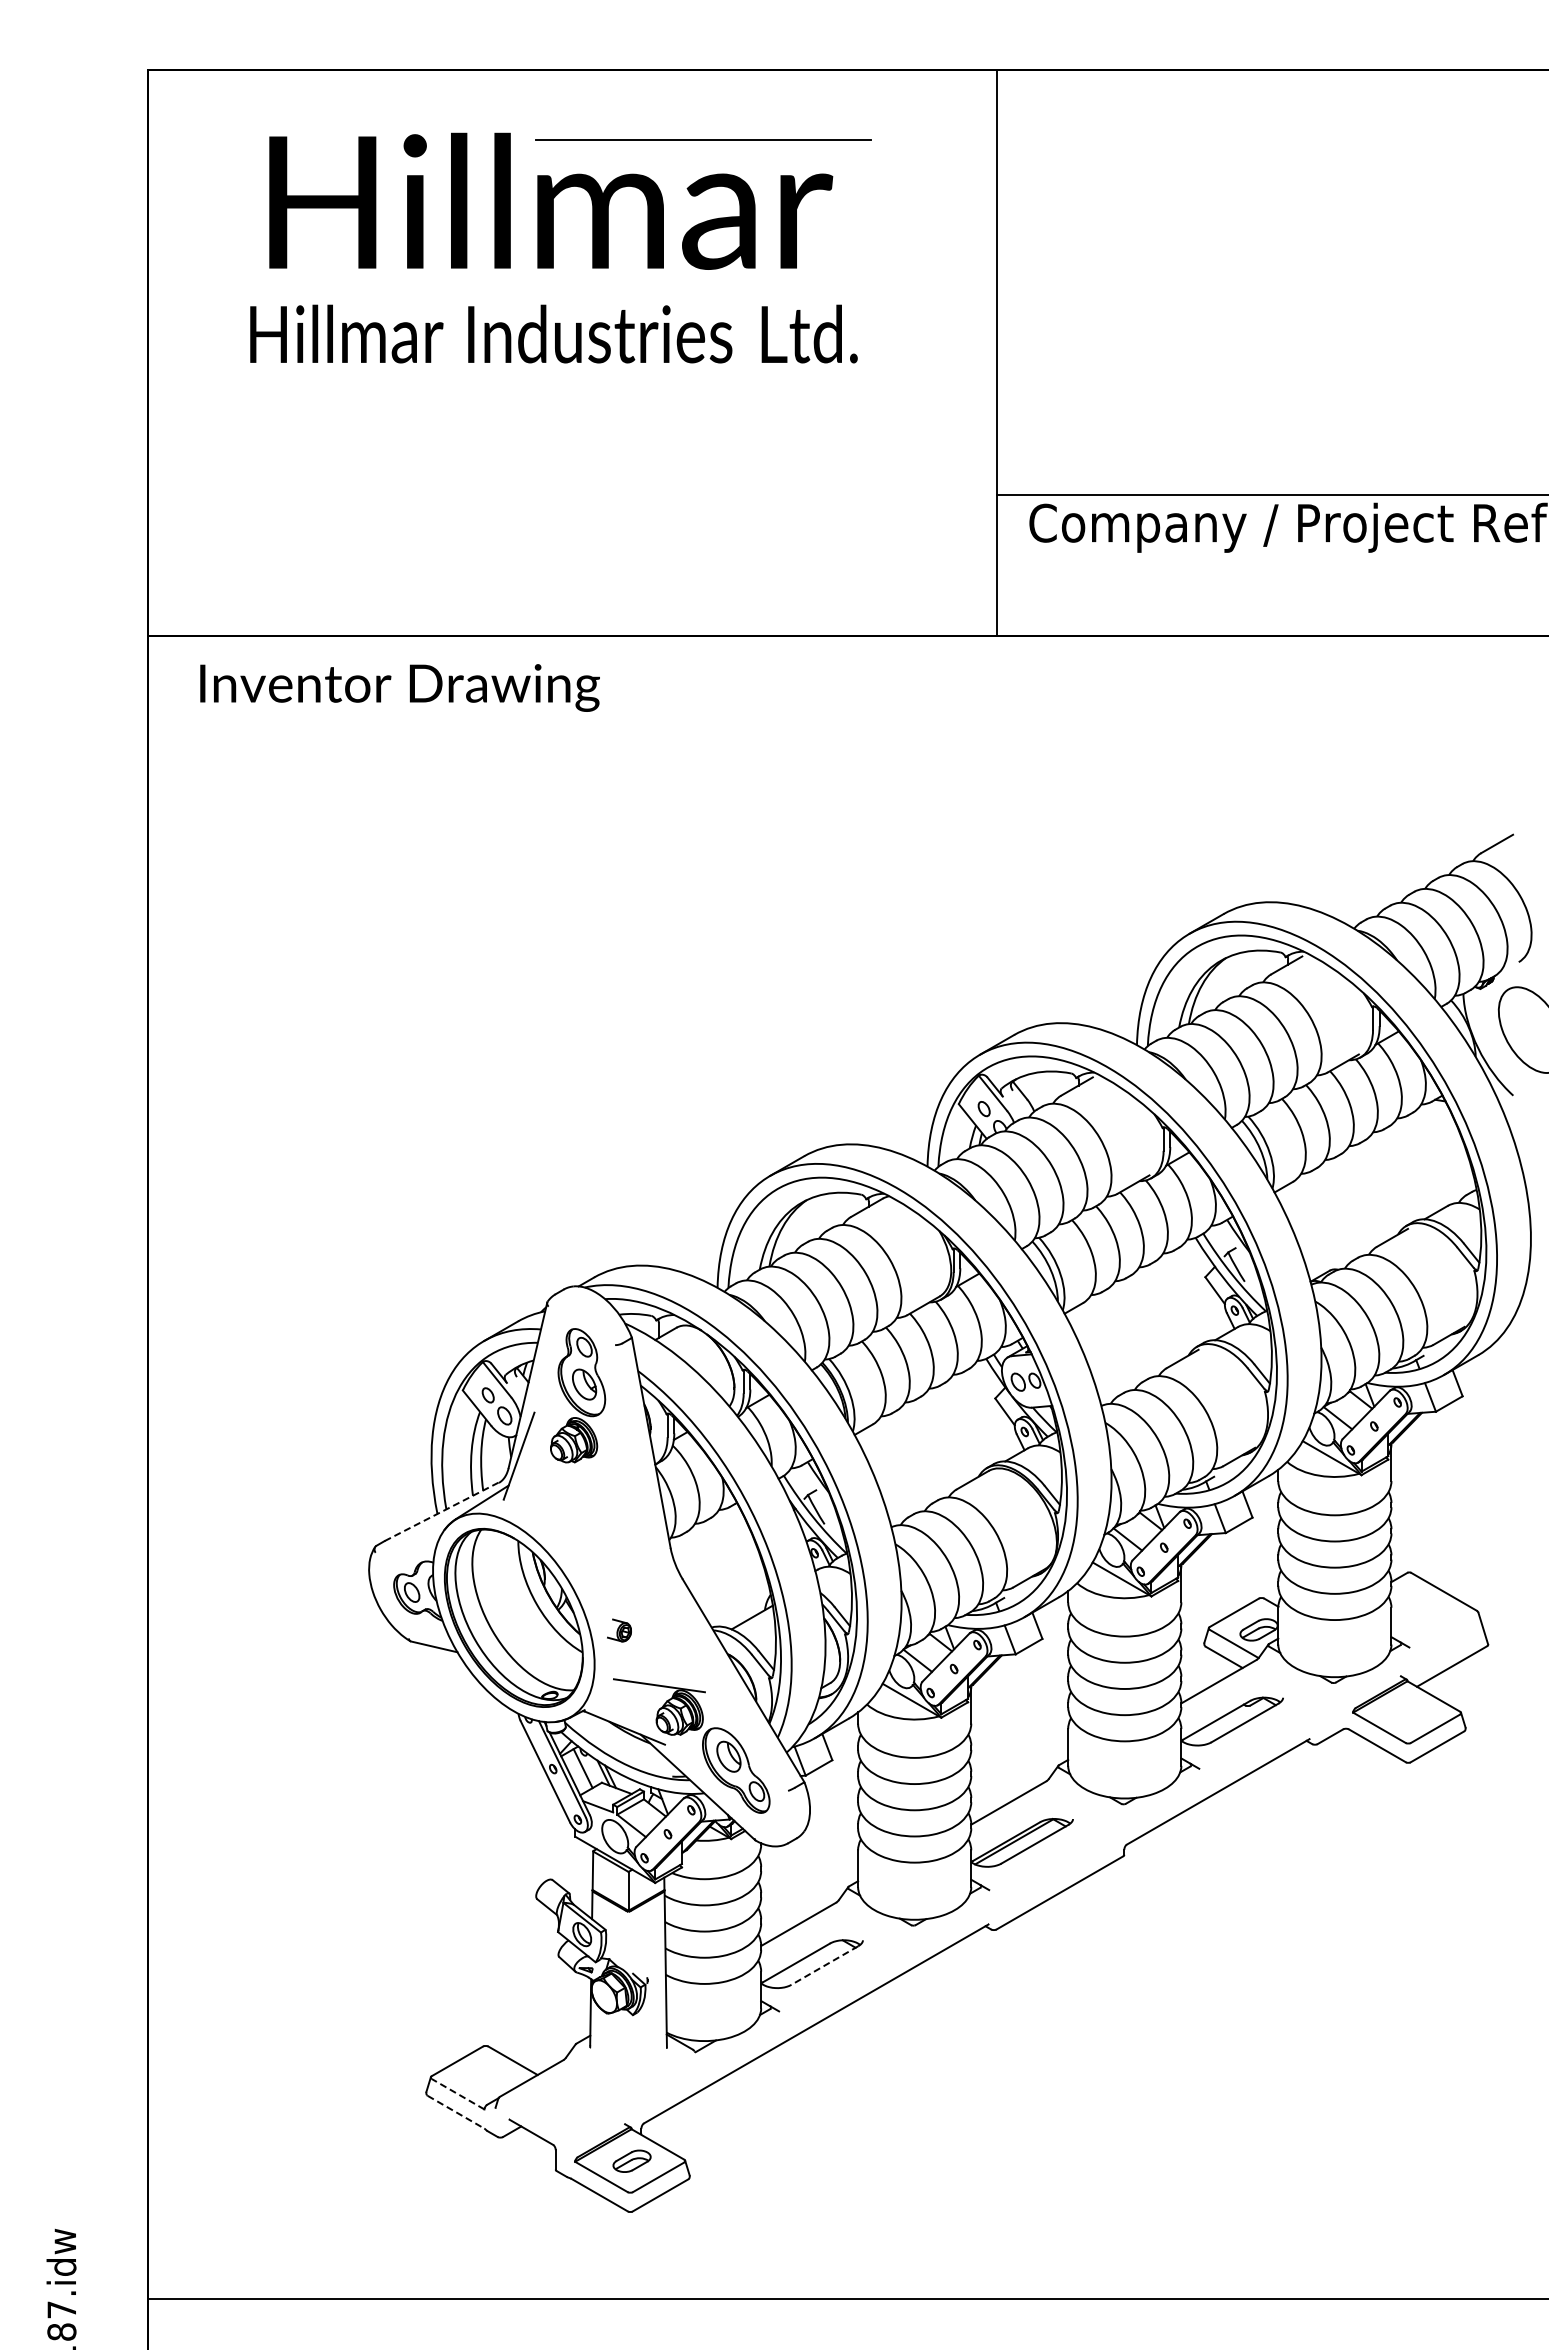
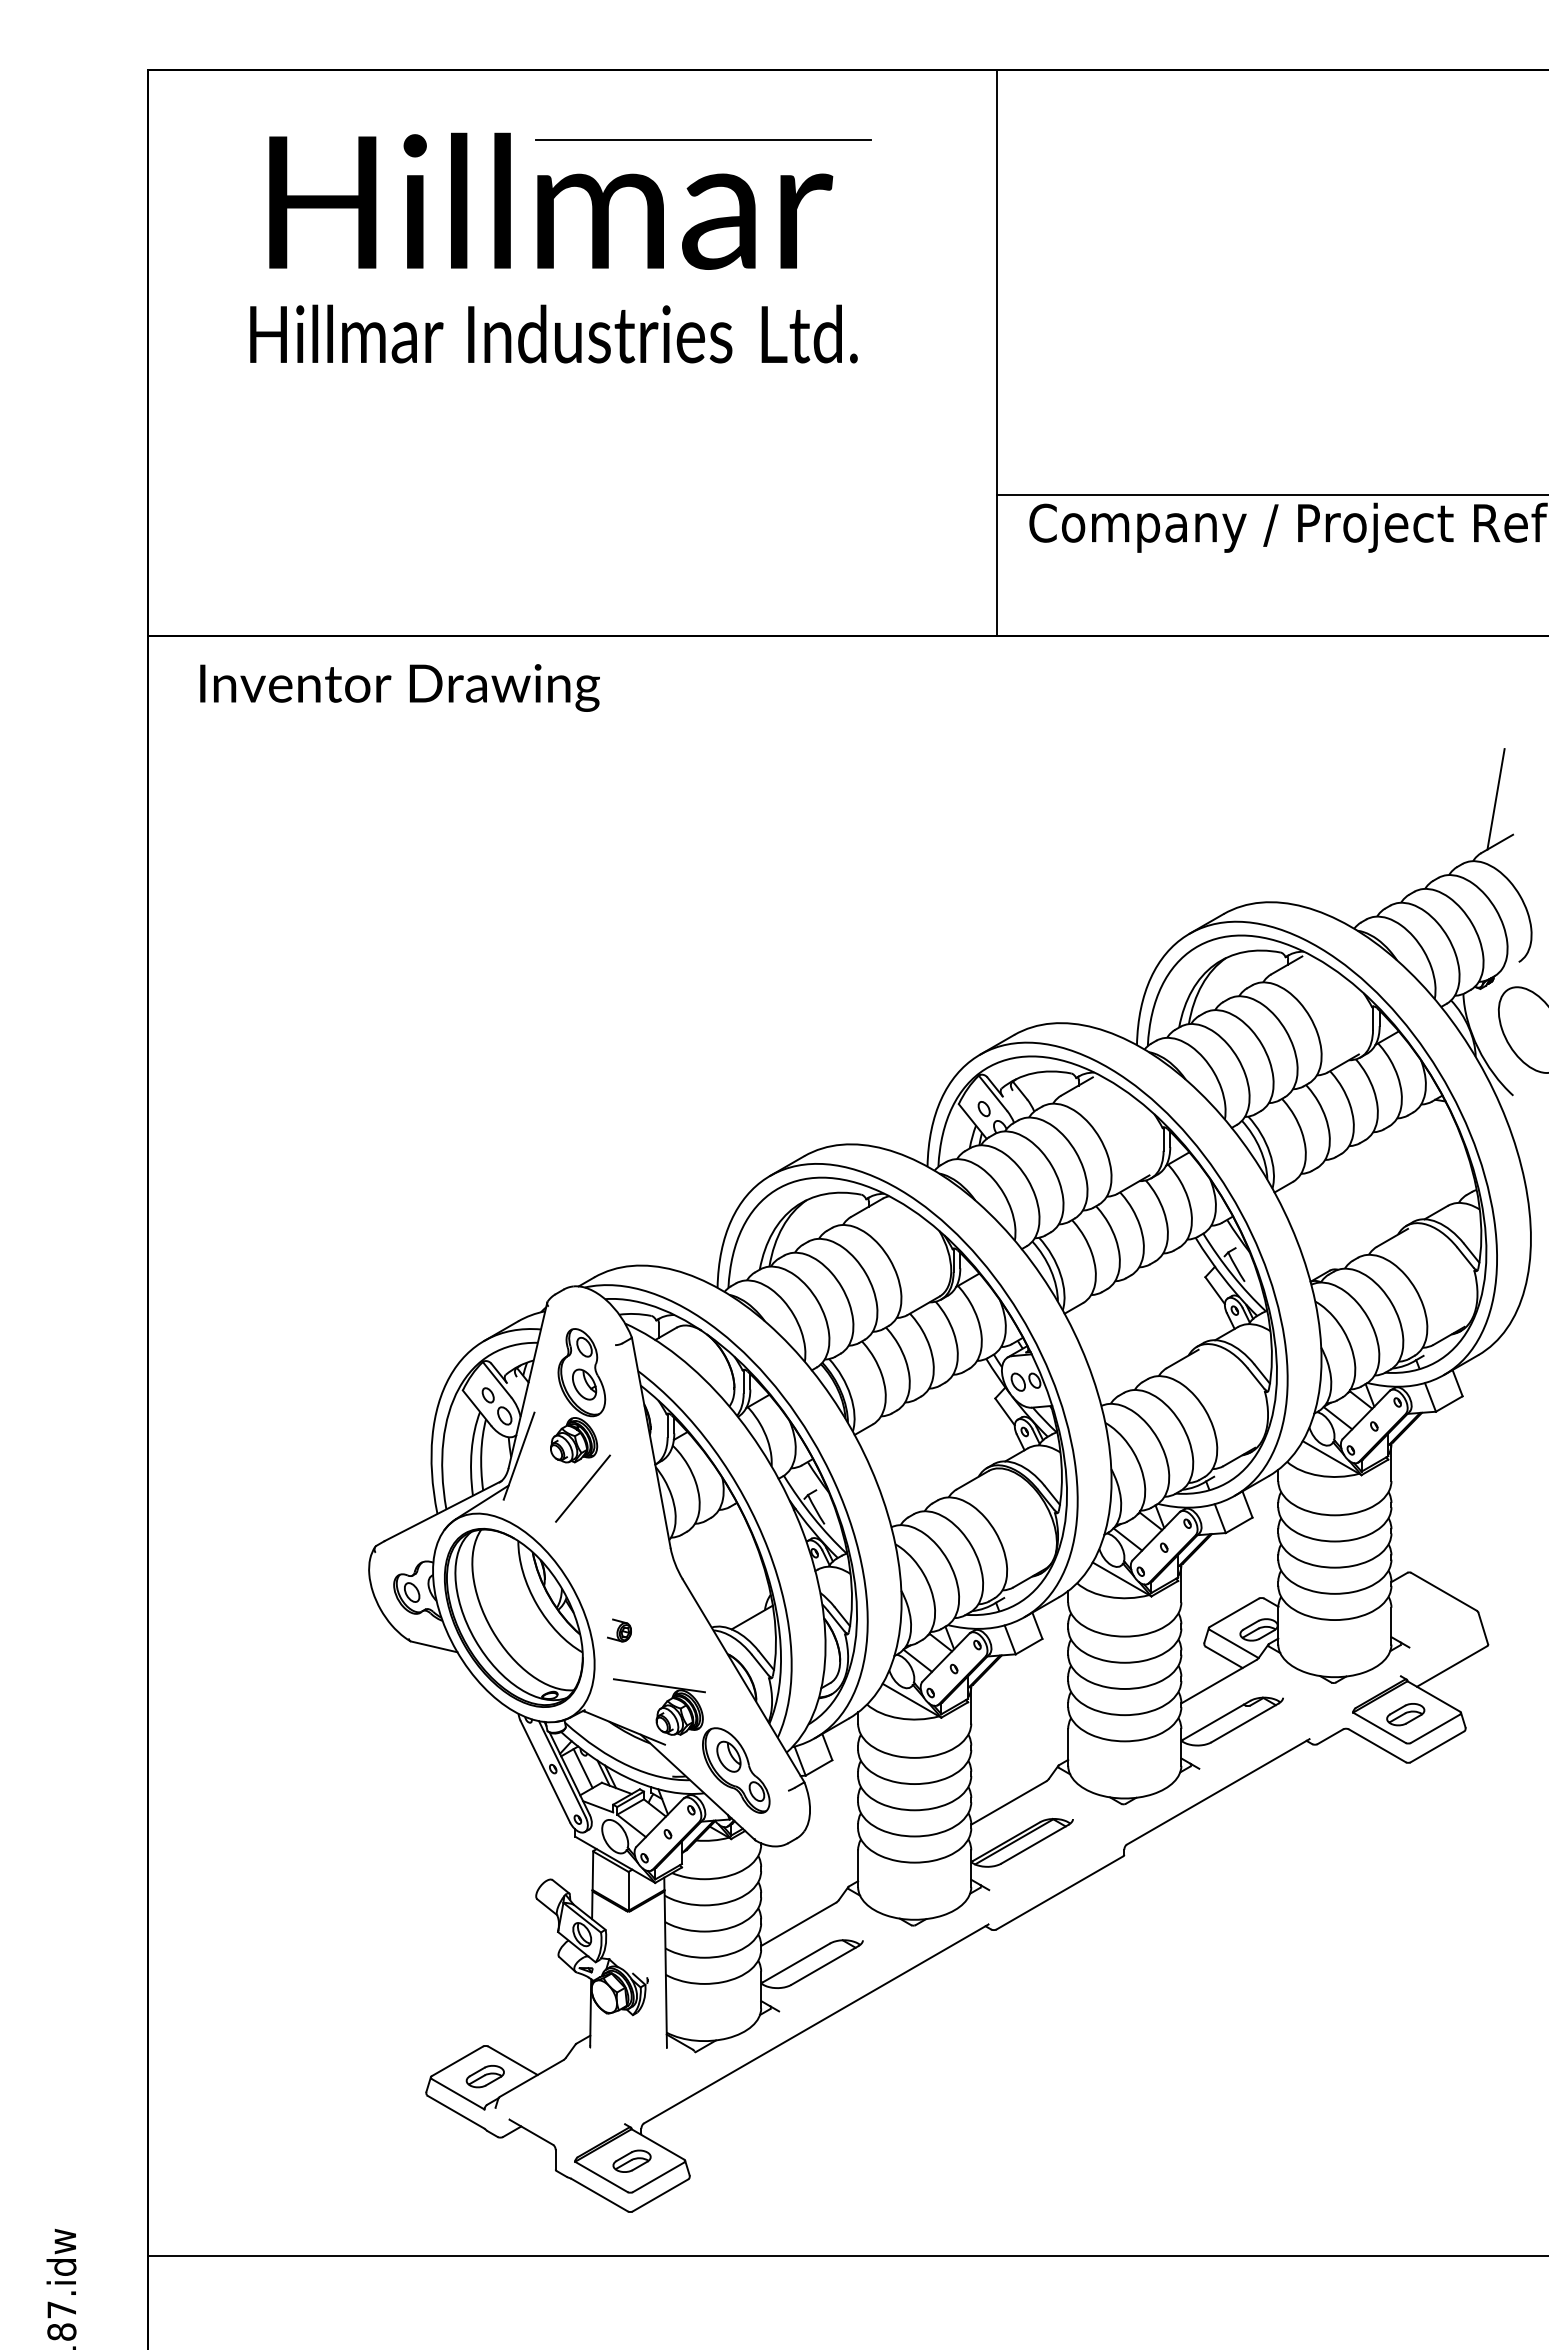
line at (1495, 799): none -> present
line at (582, 1488): none -> present
line at (443, 1511): dashed -> solid
part at (1405, 1714): none -> present
line at (824, 1965): dashed -> solid
part at (484, 2076): none -> present
line at (457, 2094): dashed -> solid
line at (456, 2112): dashed -> solid
line at (846, 2298) position: (846, 2298) -> (846, 2255)
